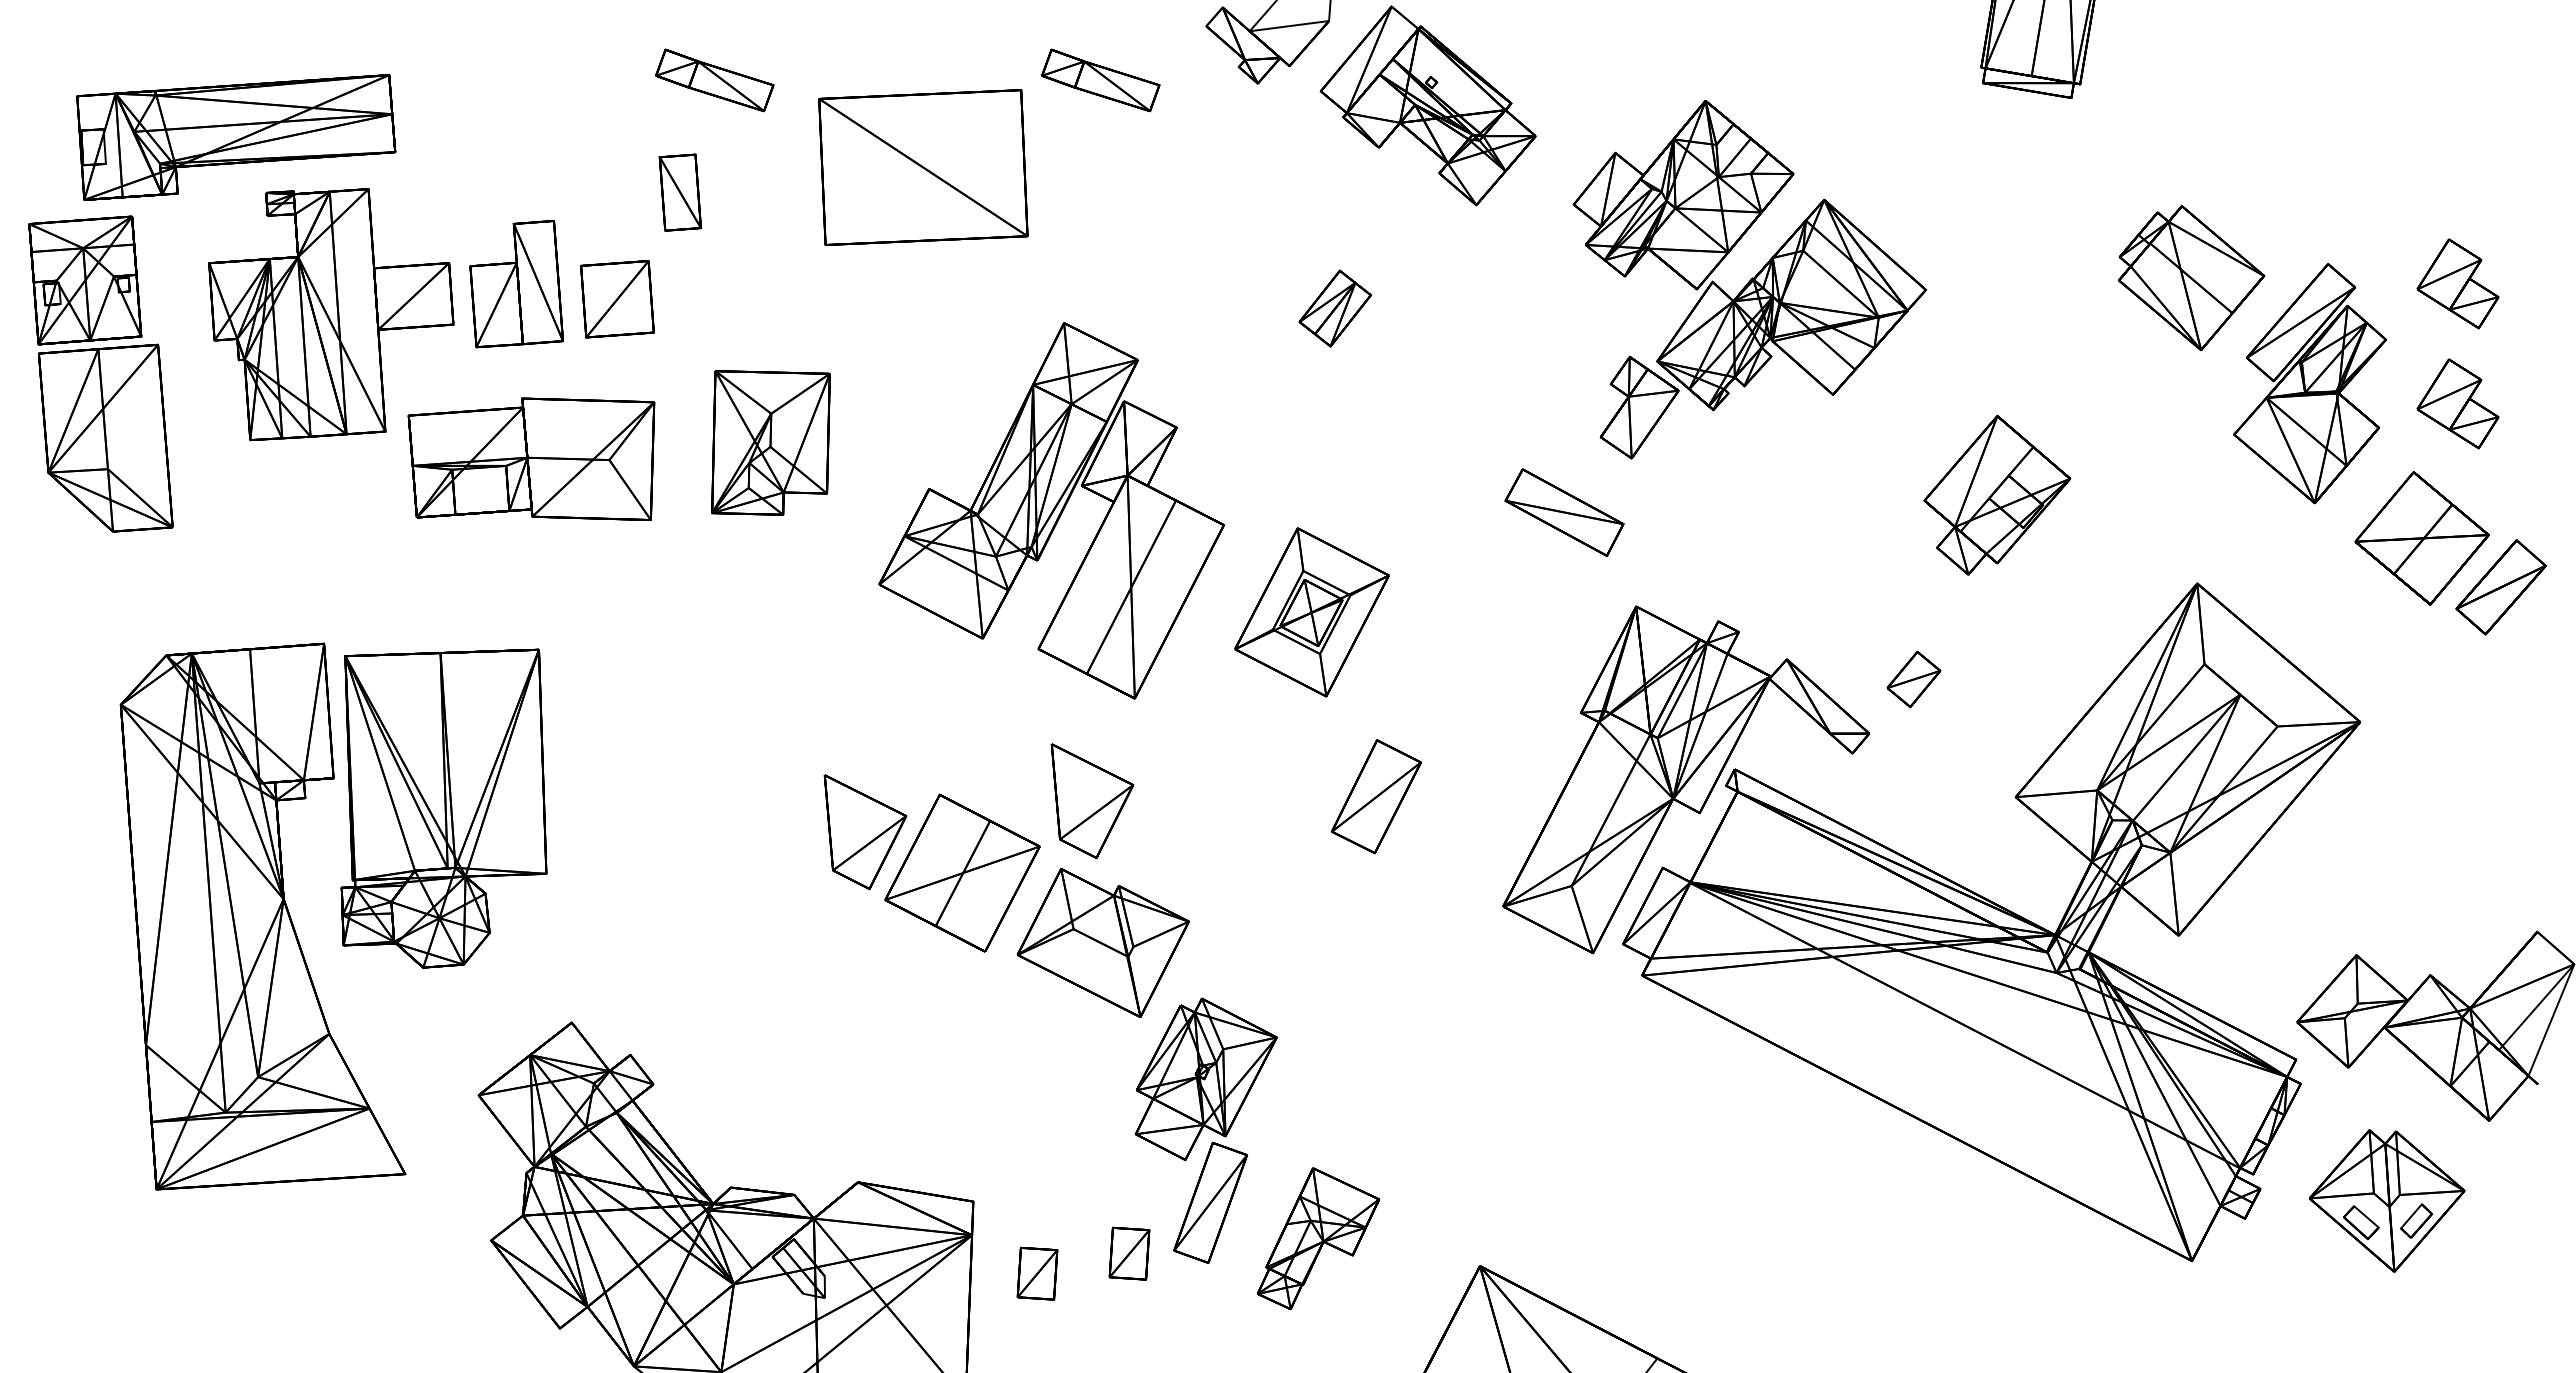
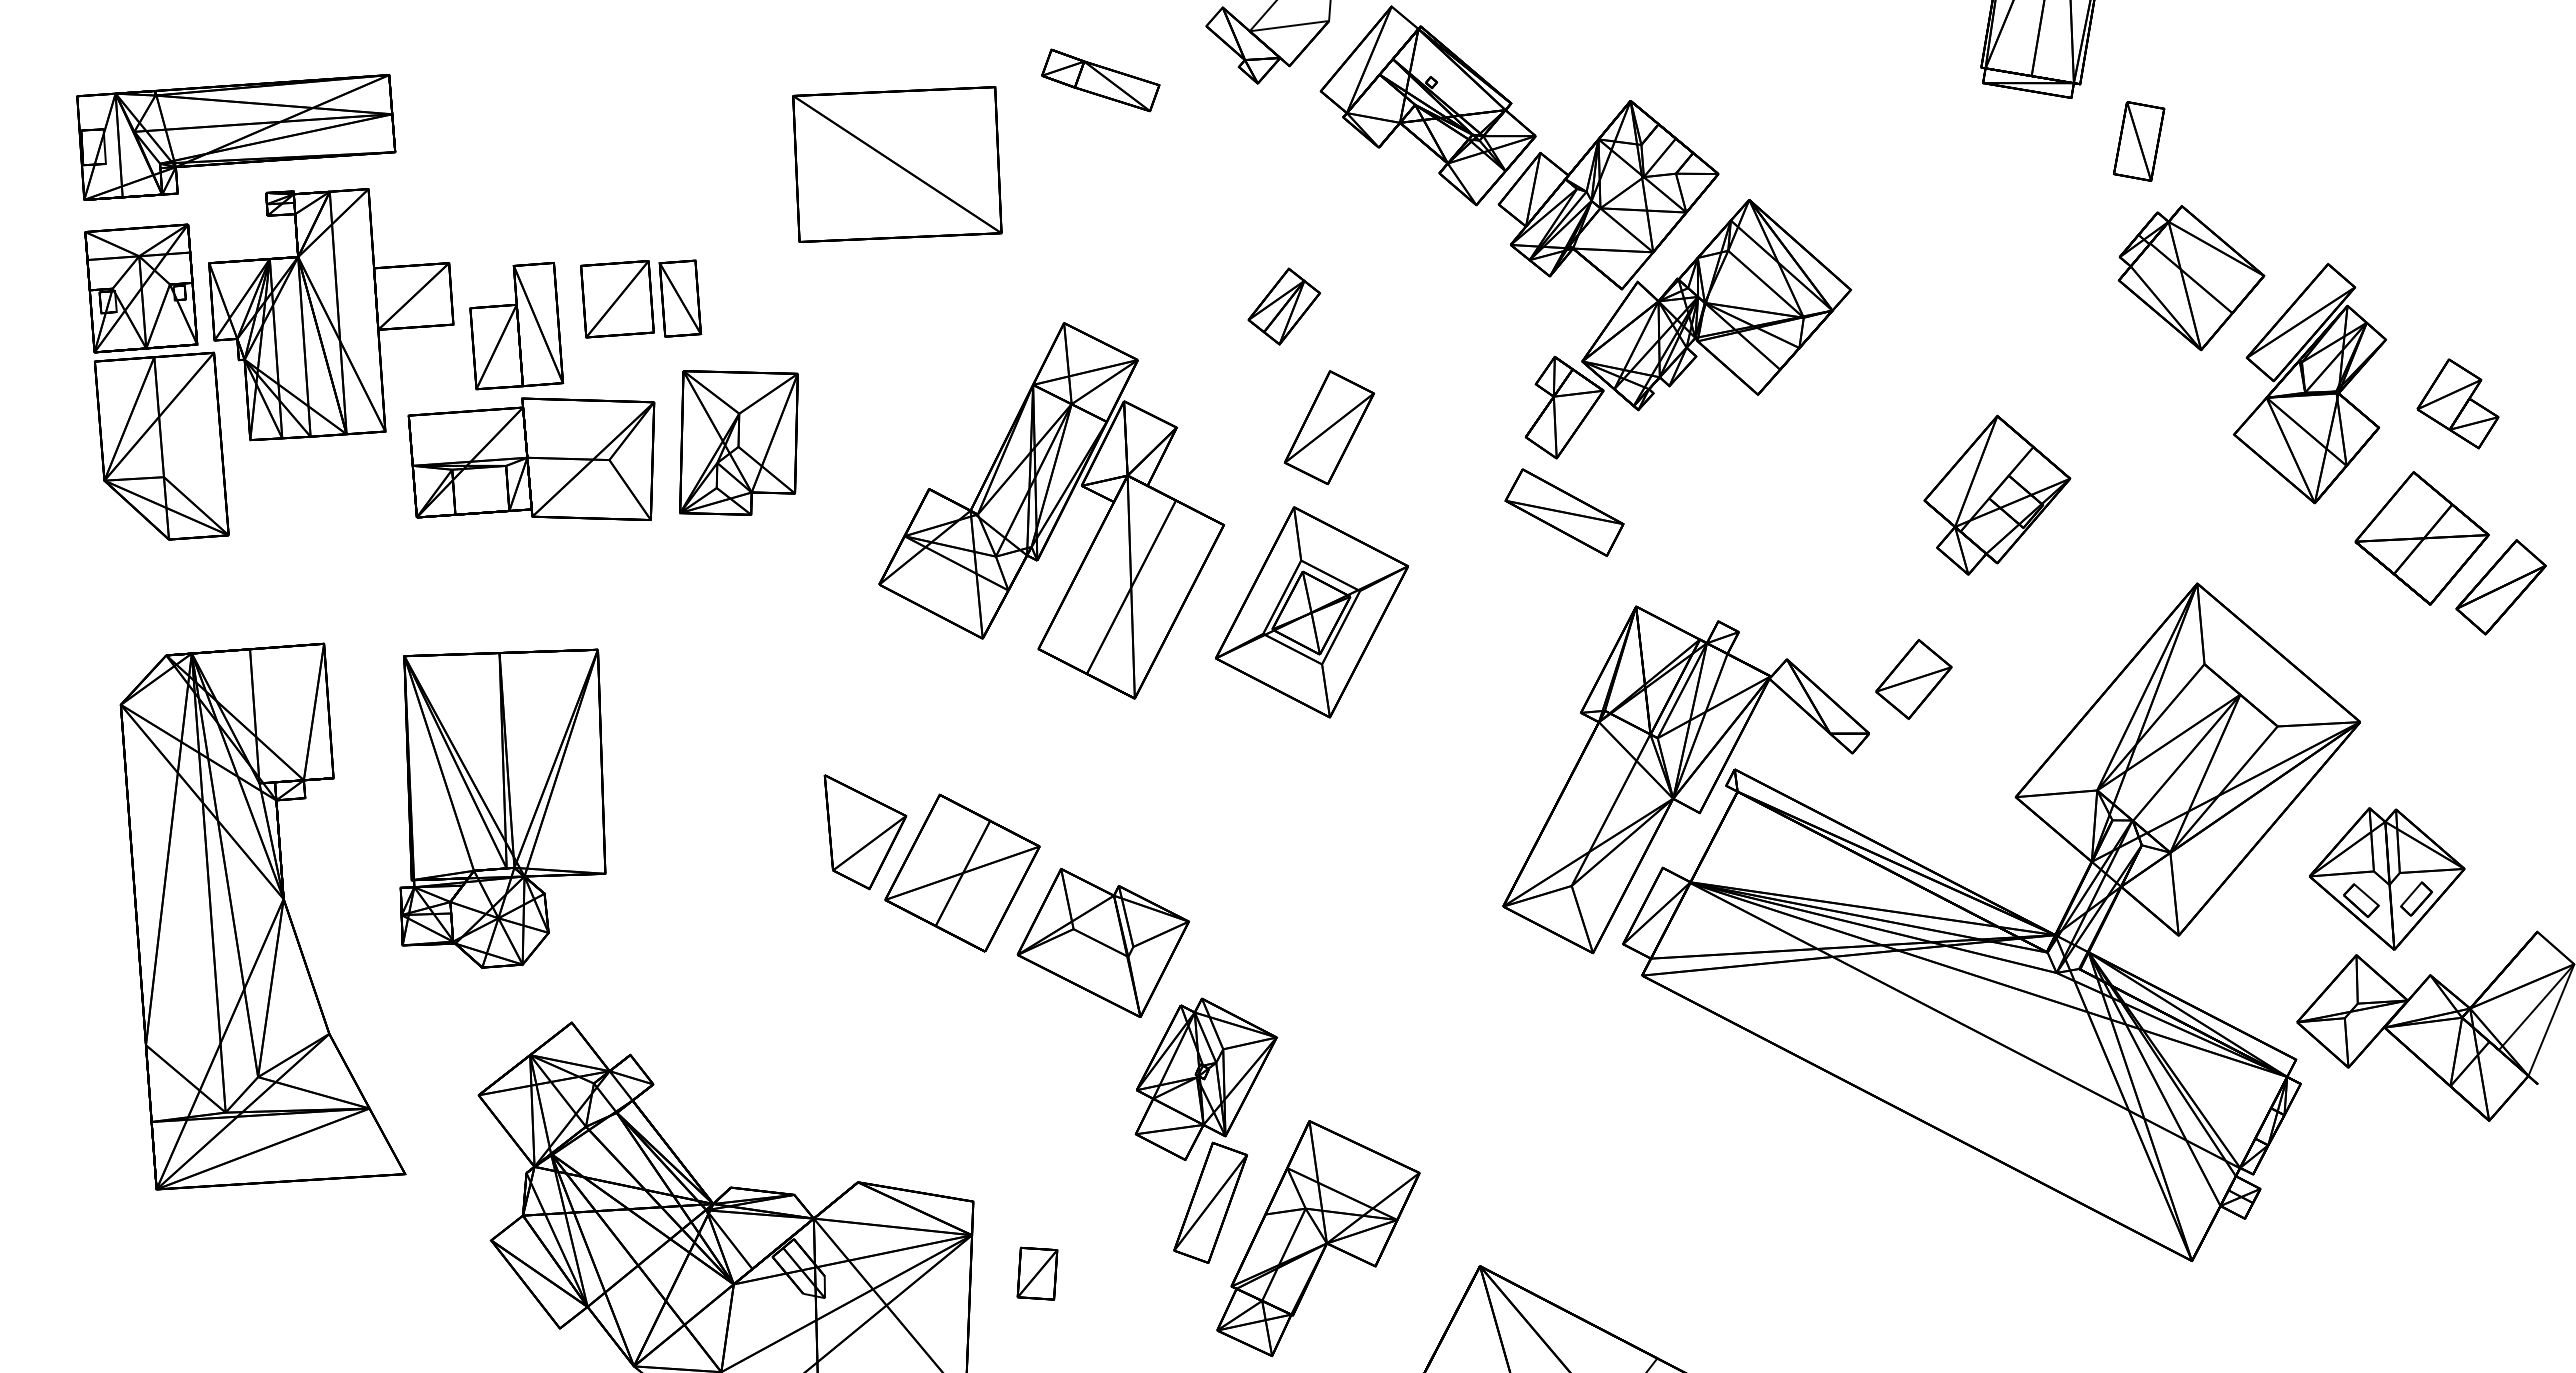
part at (714, 80): present -> none
part at (2139, 141): none -> present
part at (923, 167) position: (923, 167) -> (897, 164)
part at (680, 192) position: (680, 192) -> (680, 298)
part at (1749, 279) position: (1749, 279) -> (1674, 279)
part at (2457, 283): present -> none
part at (516, 284) position: (516, 284) -> (516, 326)
part at (1334, 308) position: (1334, 308) -> (1283, 306)
part at (100, 373) position: (100, 373) -> (156, 381)
part at (770, 442) position: (770, 442) -> (738, 442)
part at (1311, 612) size: 156x171 px -> 194x213 px
part at (1913, 679) size: 56x59 px -> 78x81 px
part at (1376, 796) position: (1376, 796) -> (1329, 427)
part at (1092, 801): present -> none
part at (443, 808) position: (443, 808) -> (502, 808)
part at (2387, 1200) position: (2387, 1200) -> (2387, 878)
part at (1318, 1238) size: 124x144 px -> 205x238 px
part at (1129, 1253): present -> none
